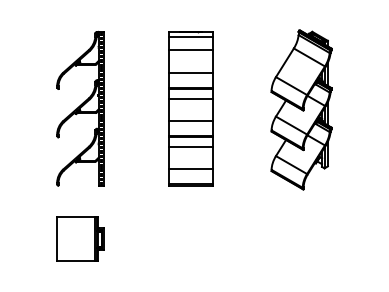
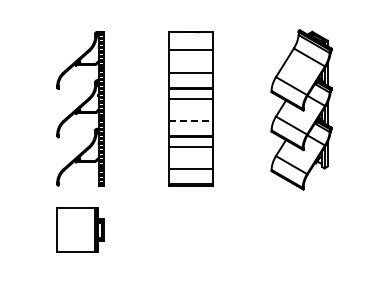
line at (190, 37): present -> none
line at (190, 120): solid -> dashed
part at (80, 238) position: (80, 238) -> (80, 229)
